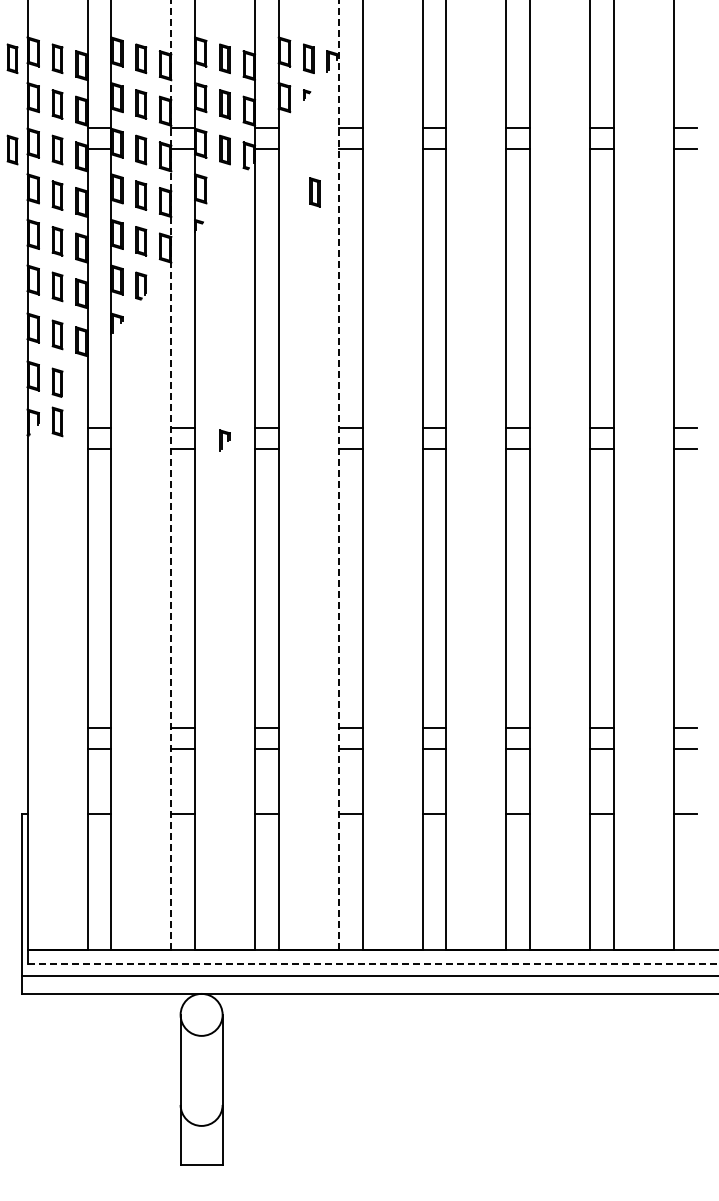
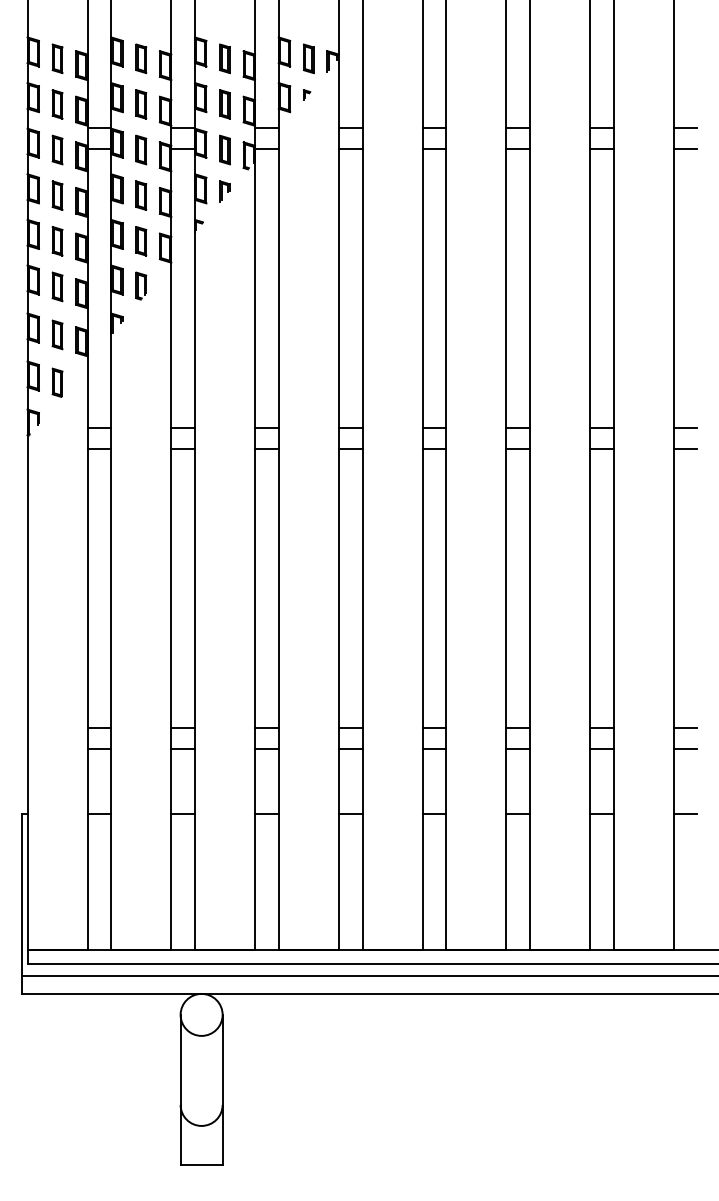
part at (12, 58): present -> none
part at (12, 149): present -> none
part at (314, 192): present -> none
part at (57, 421): present -> none
part at (224, 440) position: (224, 440) -> (224, 191)
line at (171, 475): dashed -> solid
line at (338, 475): dashed -> solid
line at (373, 963): dashed -> solid
